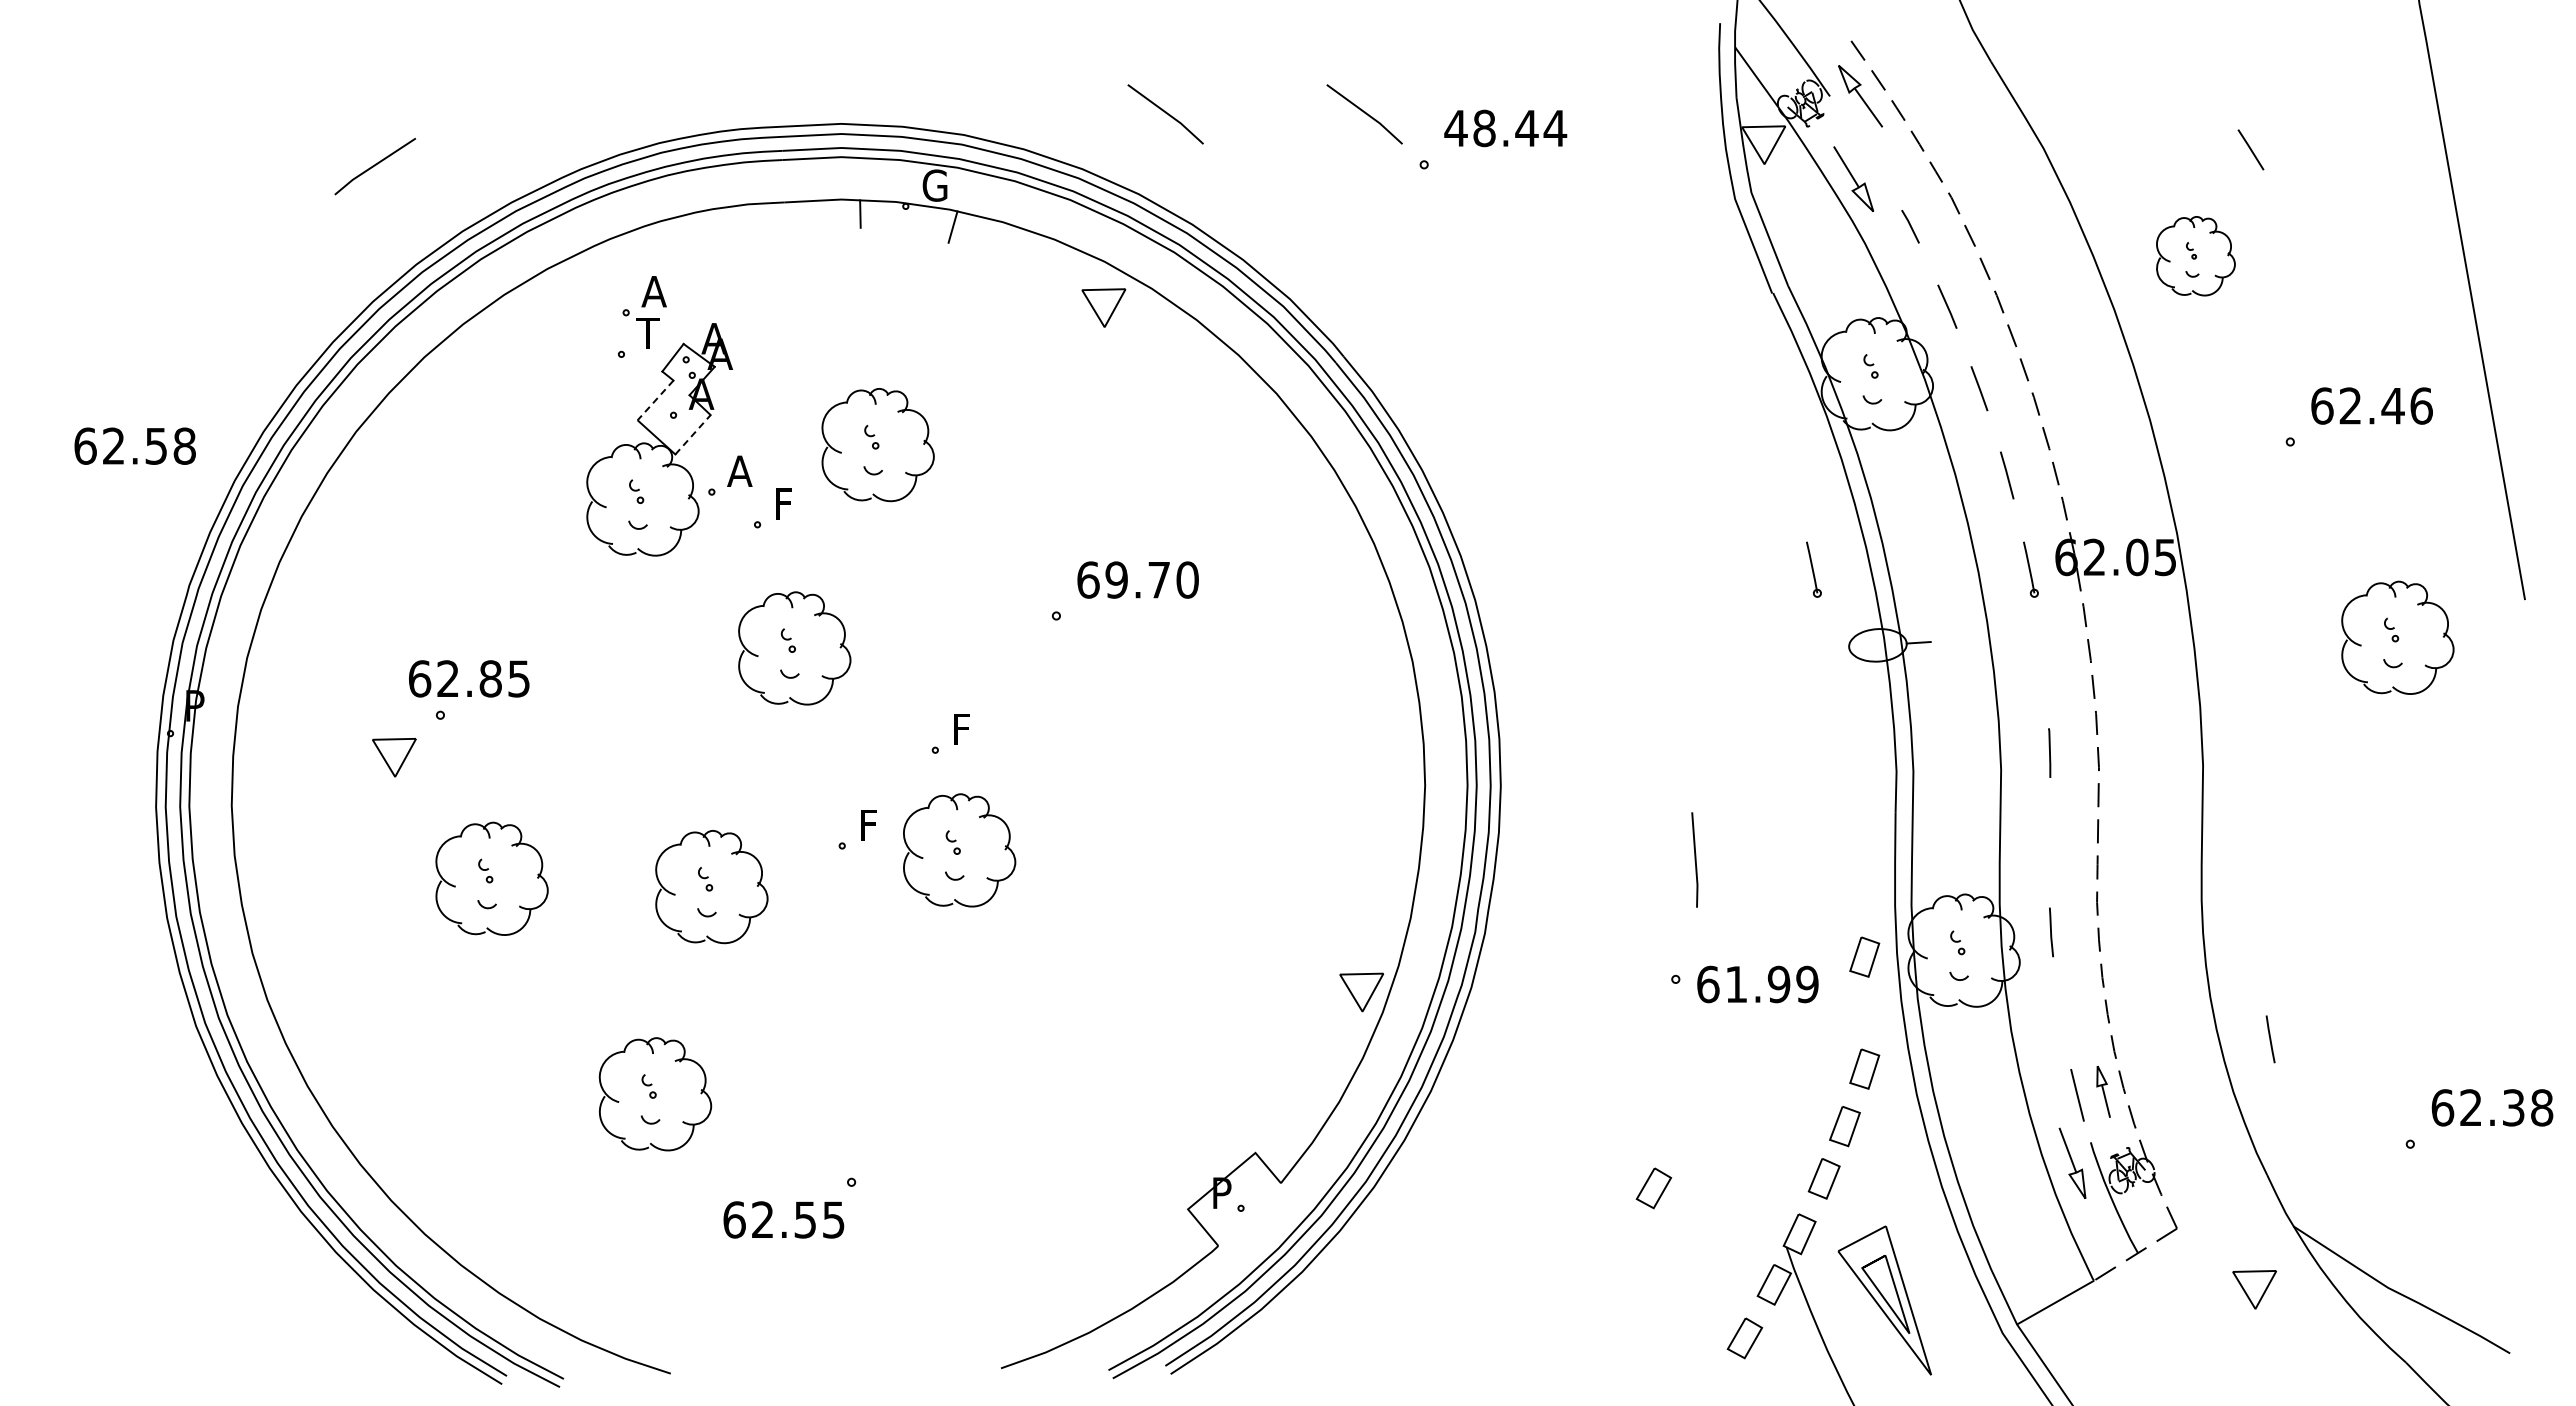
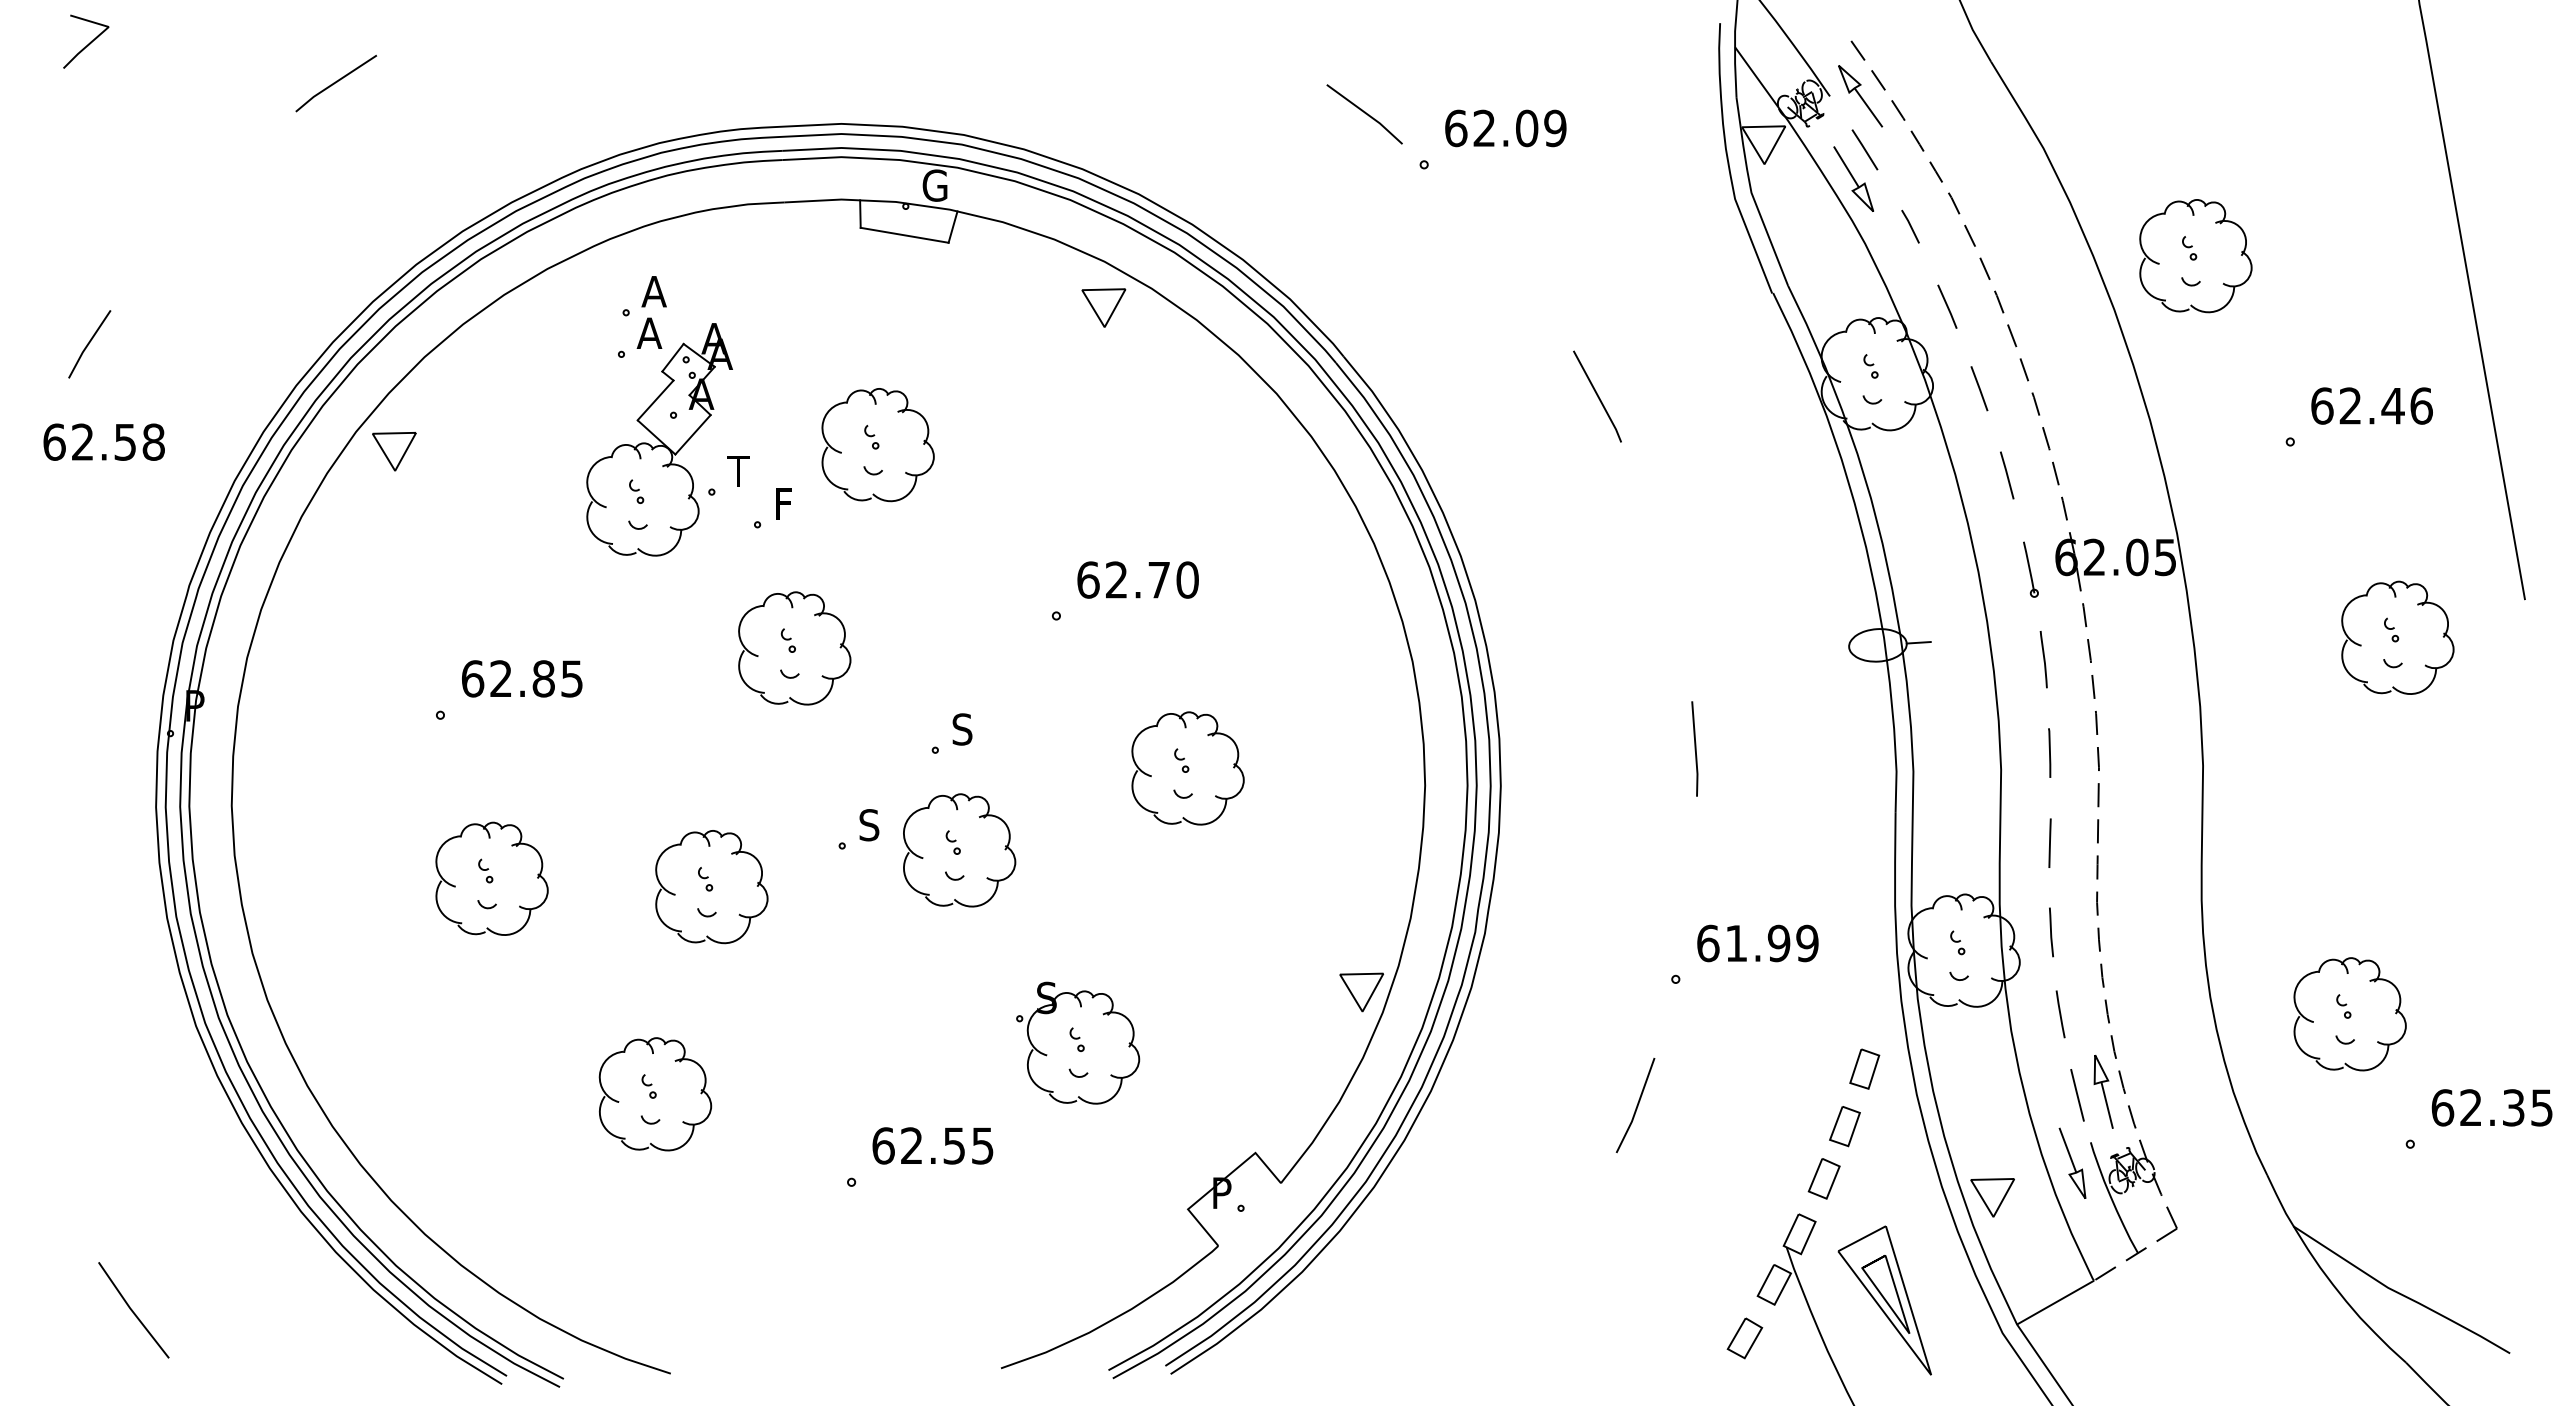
line at (88, 43): none -> present
line at (1165, 113): present -> none
text at (1505, 128): 48.44 -> 62.09
line at (2250, 149) position: (2250, 149) -> (1864, 149)
line at (374, 166) position: (374, 166) -> (335, 83)
line at (904, 234): none -> present
part at (2195, 256) size: 80x81 px -> 114x115 px
text at (649, 332): T -> A
line at (89, 344): none -> present
line at (1597, 396): none -> present
line at (655, 400): dashed -> solid
line at (693, 434): dashed -> solid
text at (134, 445) position: (134, 445) -> (103, 441)
text at (739, 470): A -> T
part at (1813, 569): present -> none
text at (1116, 579): 69.70 -> 62.70
line at (2043, 659): none -> present
text at (469, 678) position: (469, 678) -> (522, 678)
text at (962, 729): F -> S
part at (394, 757) position: (394, 757) -> (394, 451)
part at (1187, 768): none -> present
text at (869, 825): F -> S
line at (2049, 842): none -> present
line at (1694, 859) position: (1694, 859) -> (1694, 748)
part at (1864, 956): present -> none
text at (1757, 984) position: (1757, 984) -> (1757, 943)
part at (2349, 1014): none -> present
line at (2270, 1039) position: (2270, 1039) -> (2060, 1014)
part at (1078, 1042): none -> present
part at (2103, 1091) size: 15x52 px -> 21x74 px
line at (1636, 1105): none -> present
text at (2542, 1107): 62.38 -> 62.35
part at (1653, 1188): present -> none
text at (783, 1219) position: (783, 1219) -> (932, 1145)
part at (2254, 1289) position: (2254, 1289) -> (1992, 1197)
line at (133, 1310): none -> present
